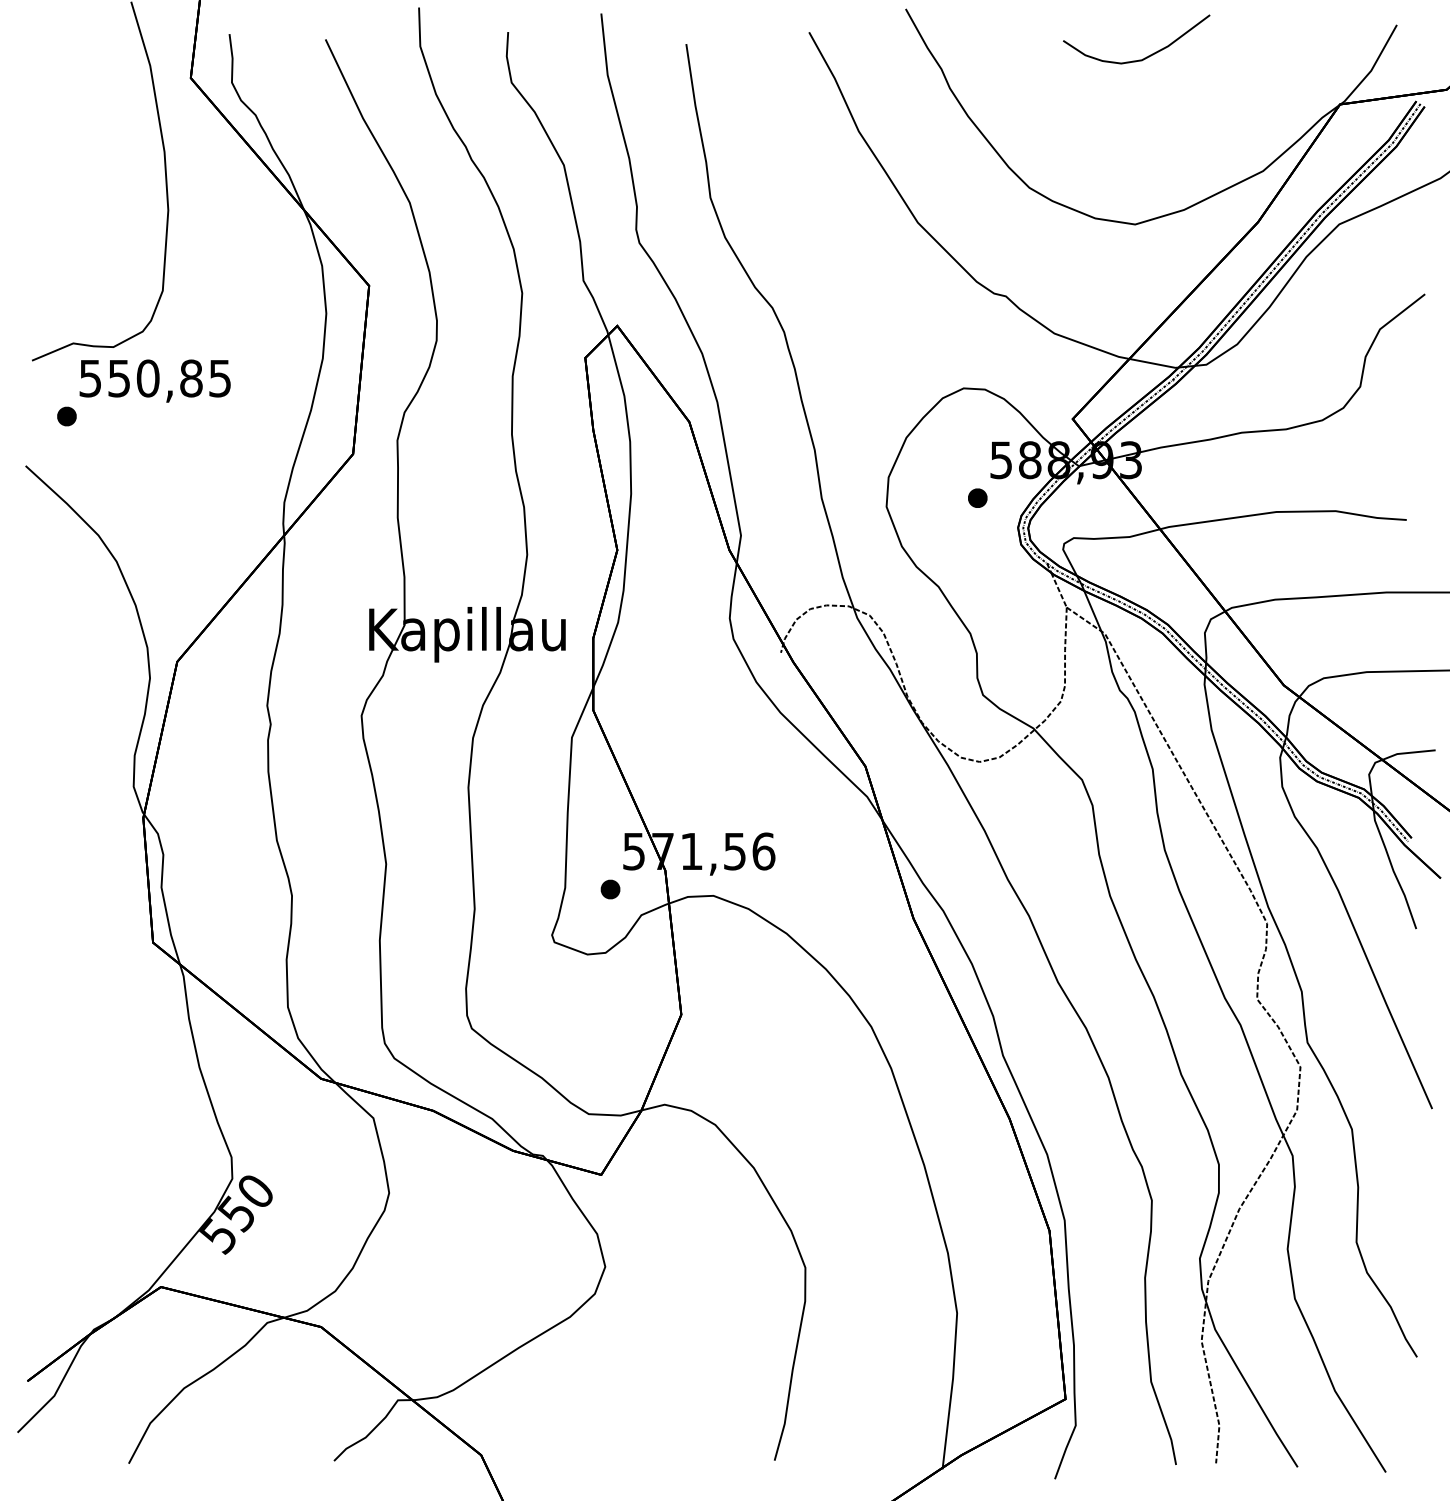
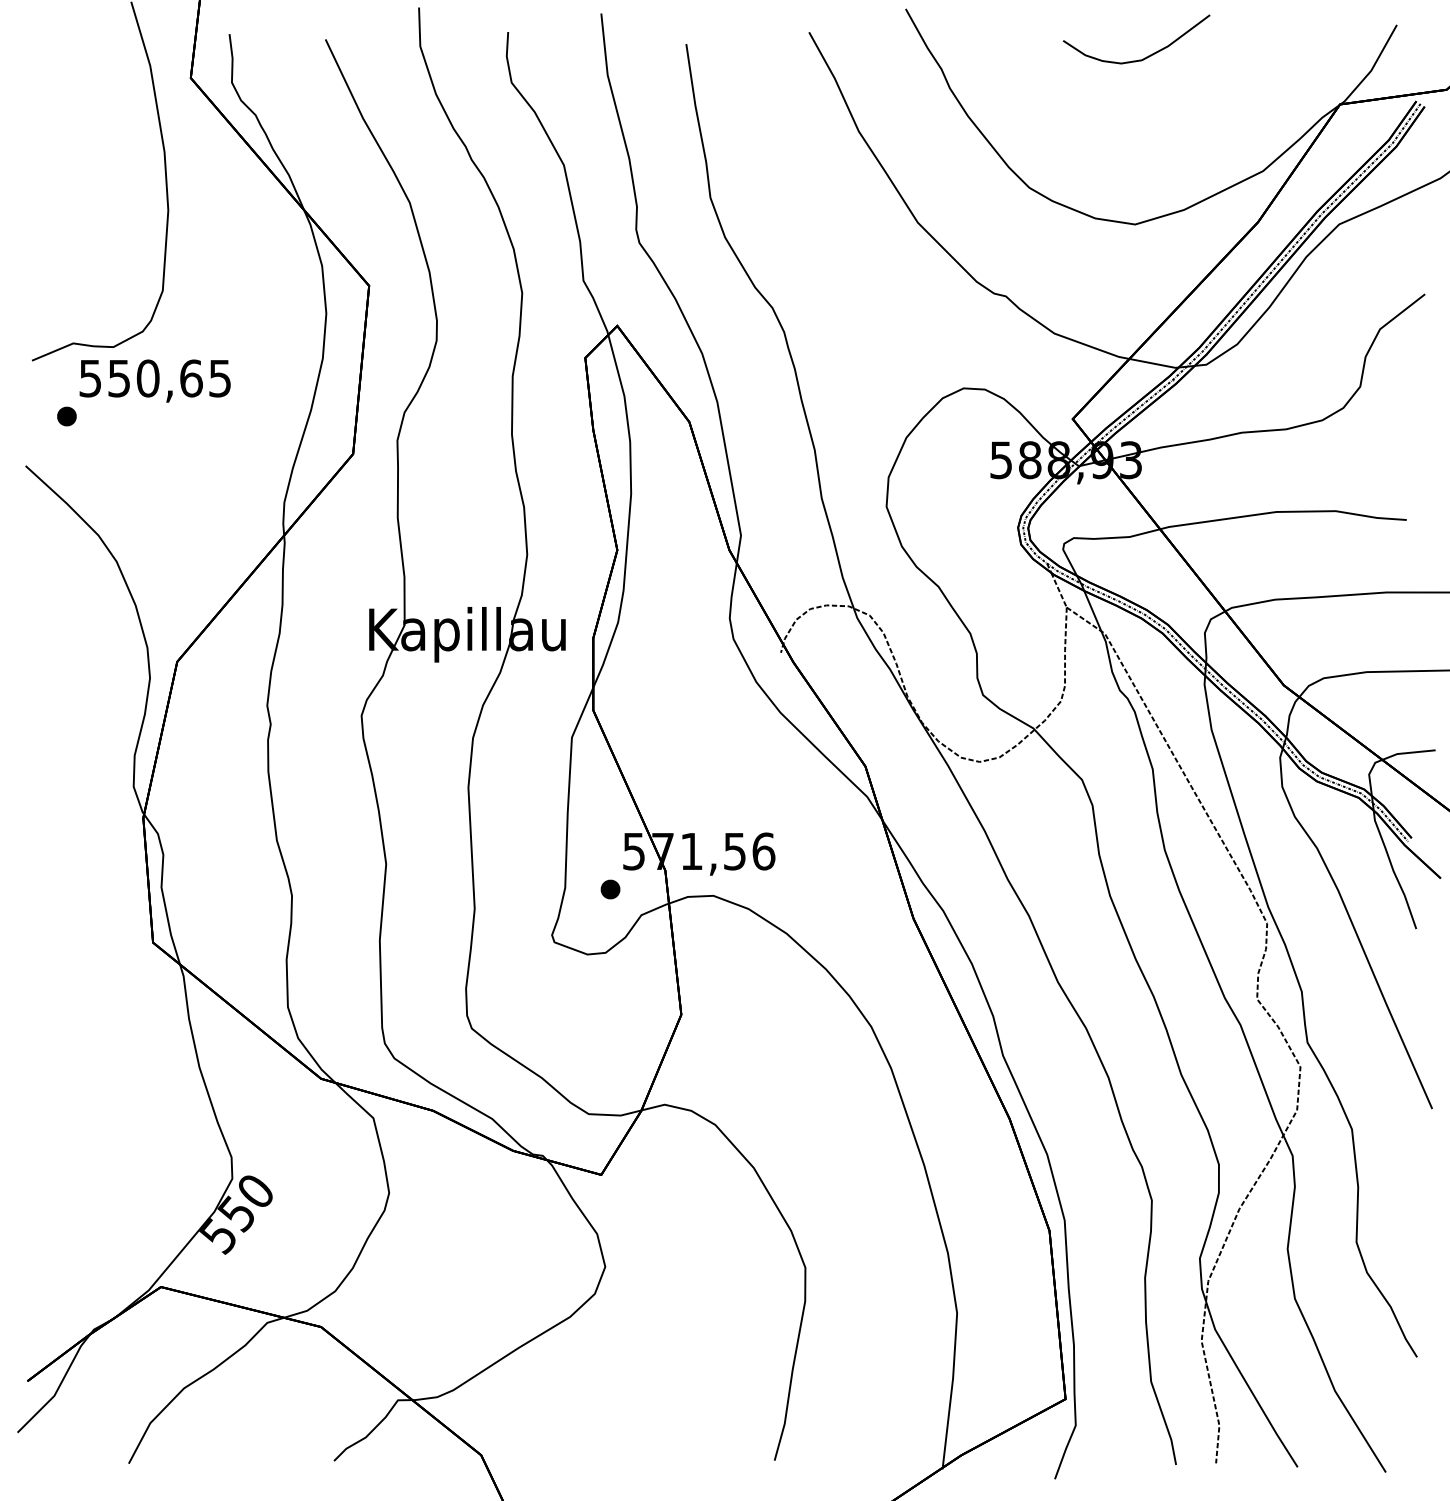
text at (191, 378): 550,85 -> 550,65
part at (977, 497): present -> none
